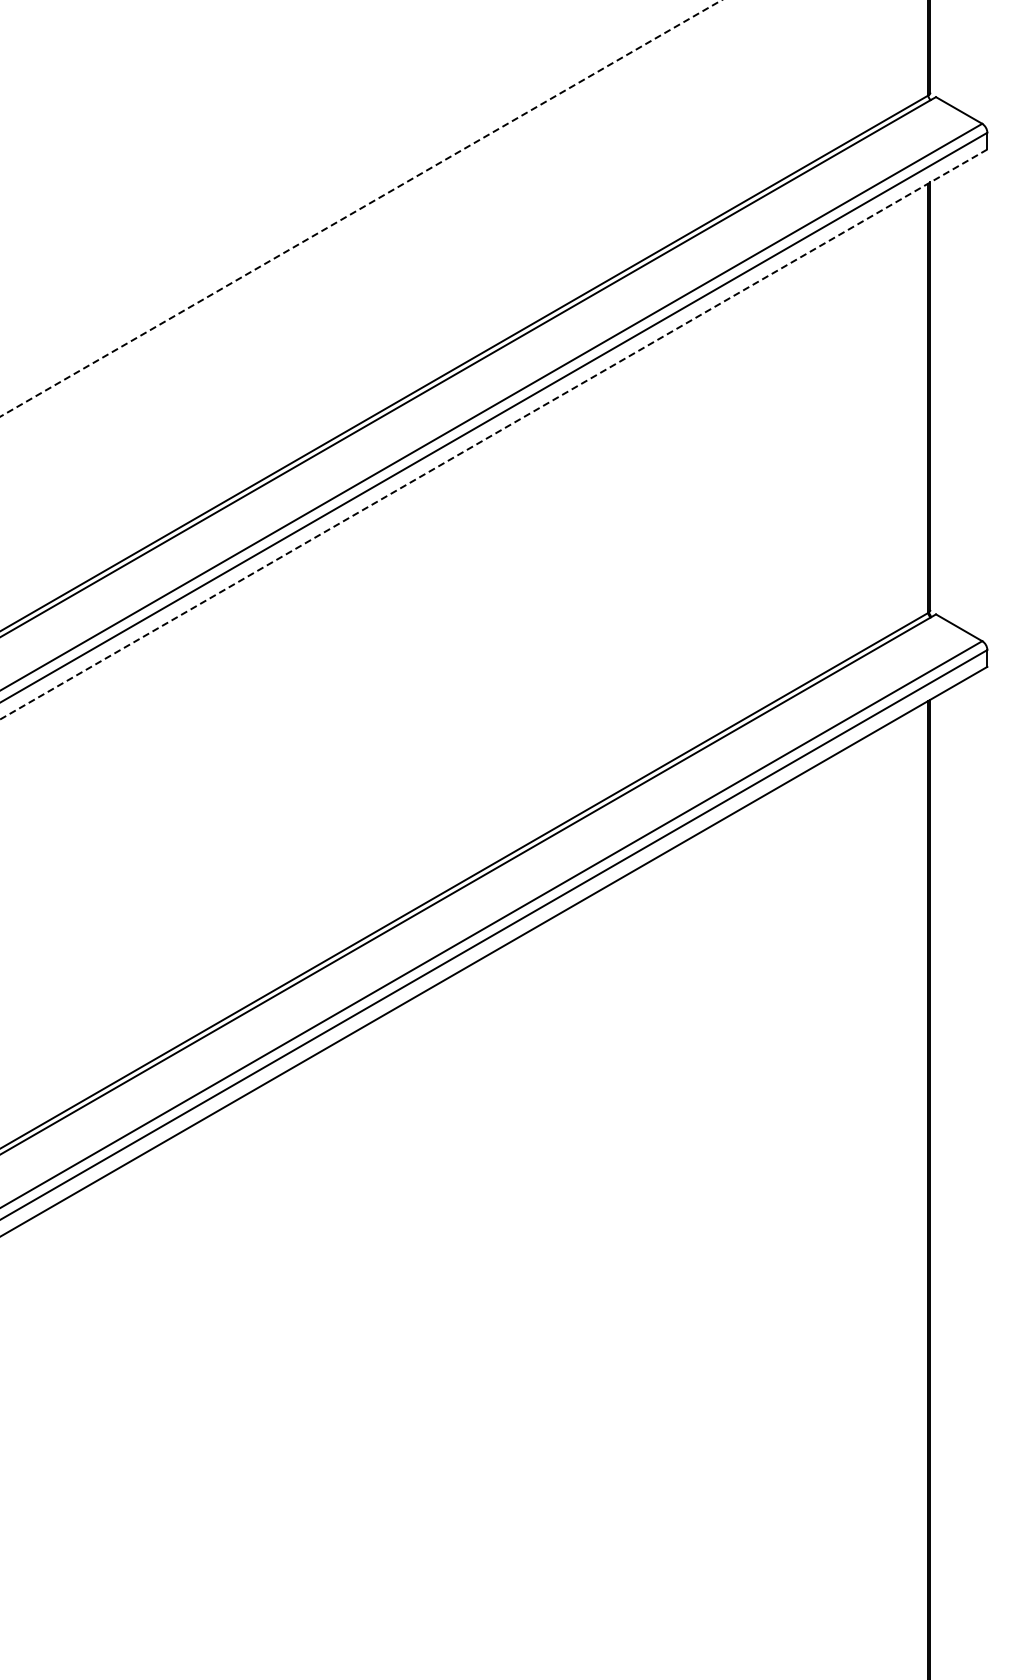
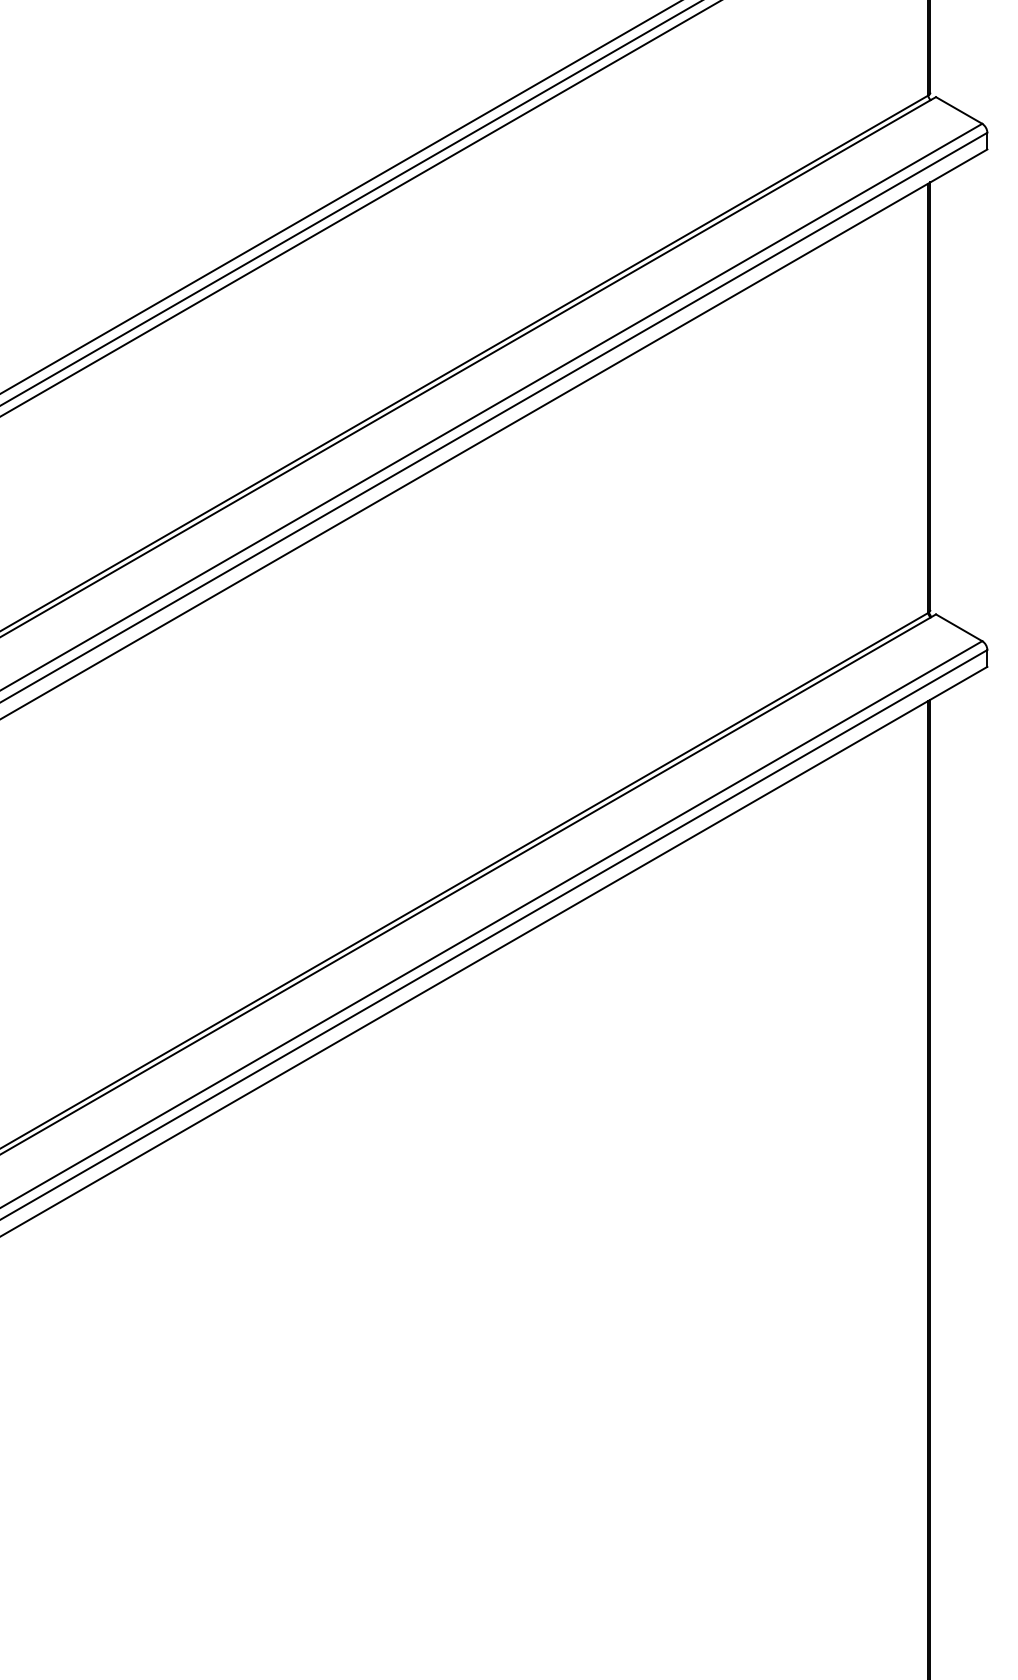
line at (340, 197): none -> present
line at (350, 203): none -> present
line at (360, 208): dashed -> solid
line at (494, 434): dashed -> solid
